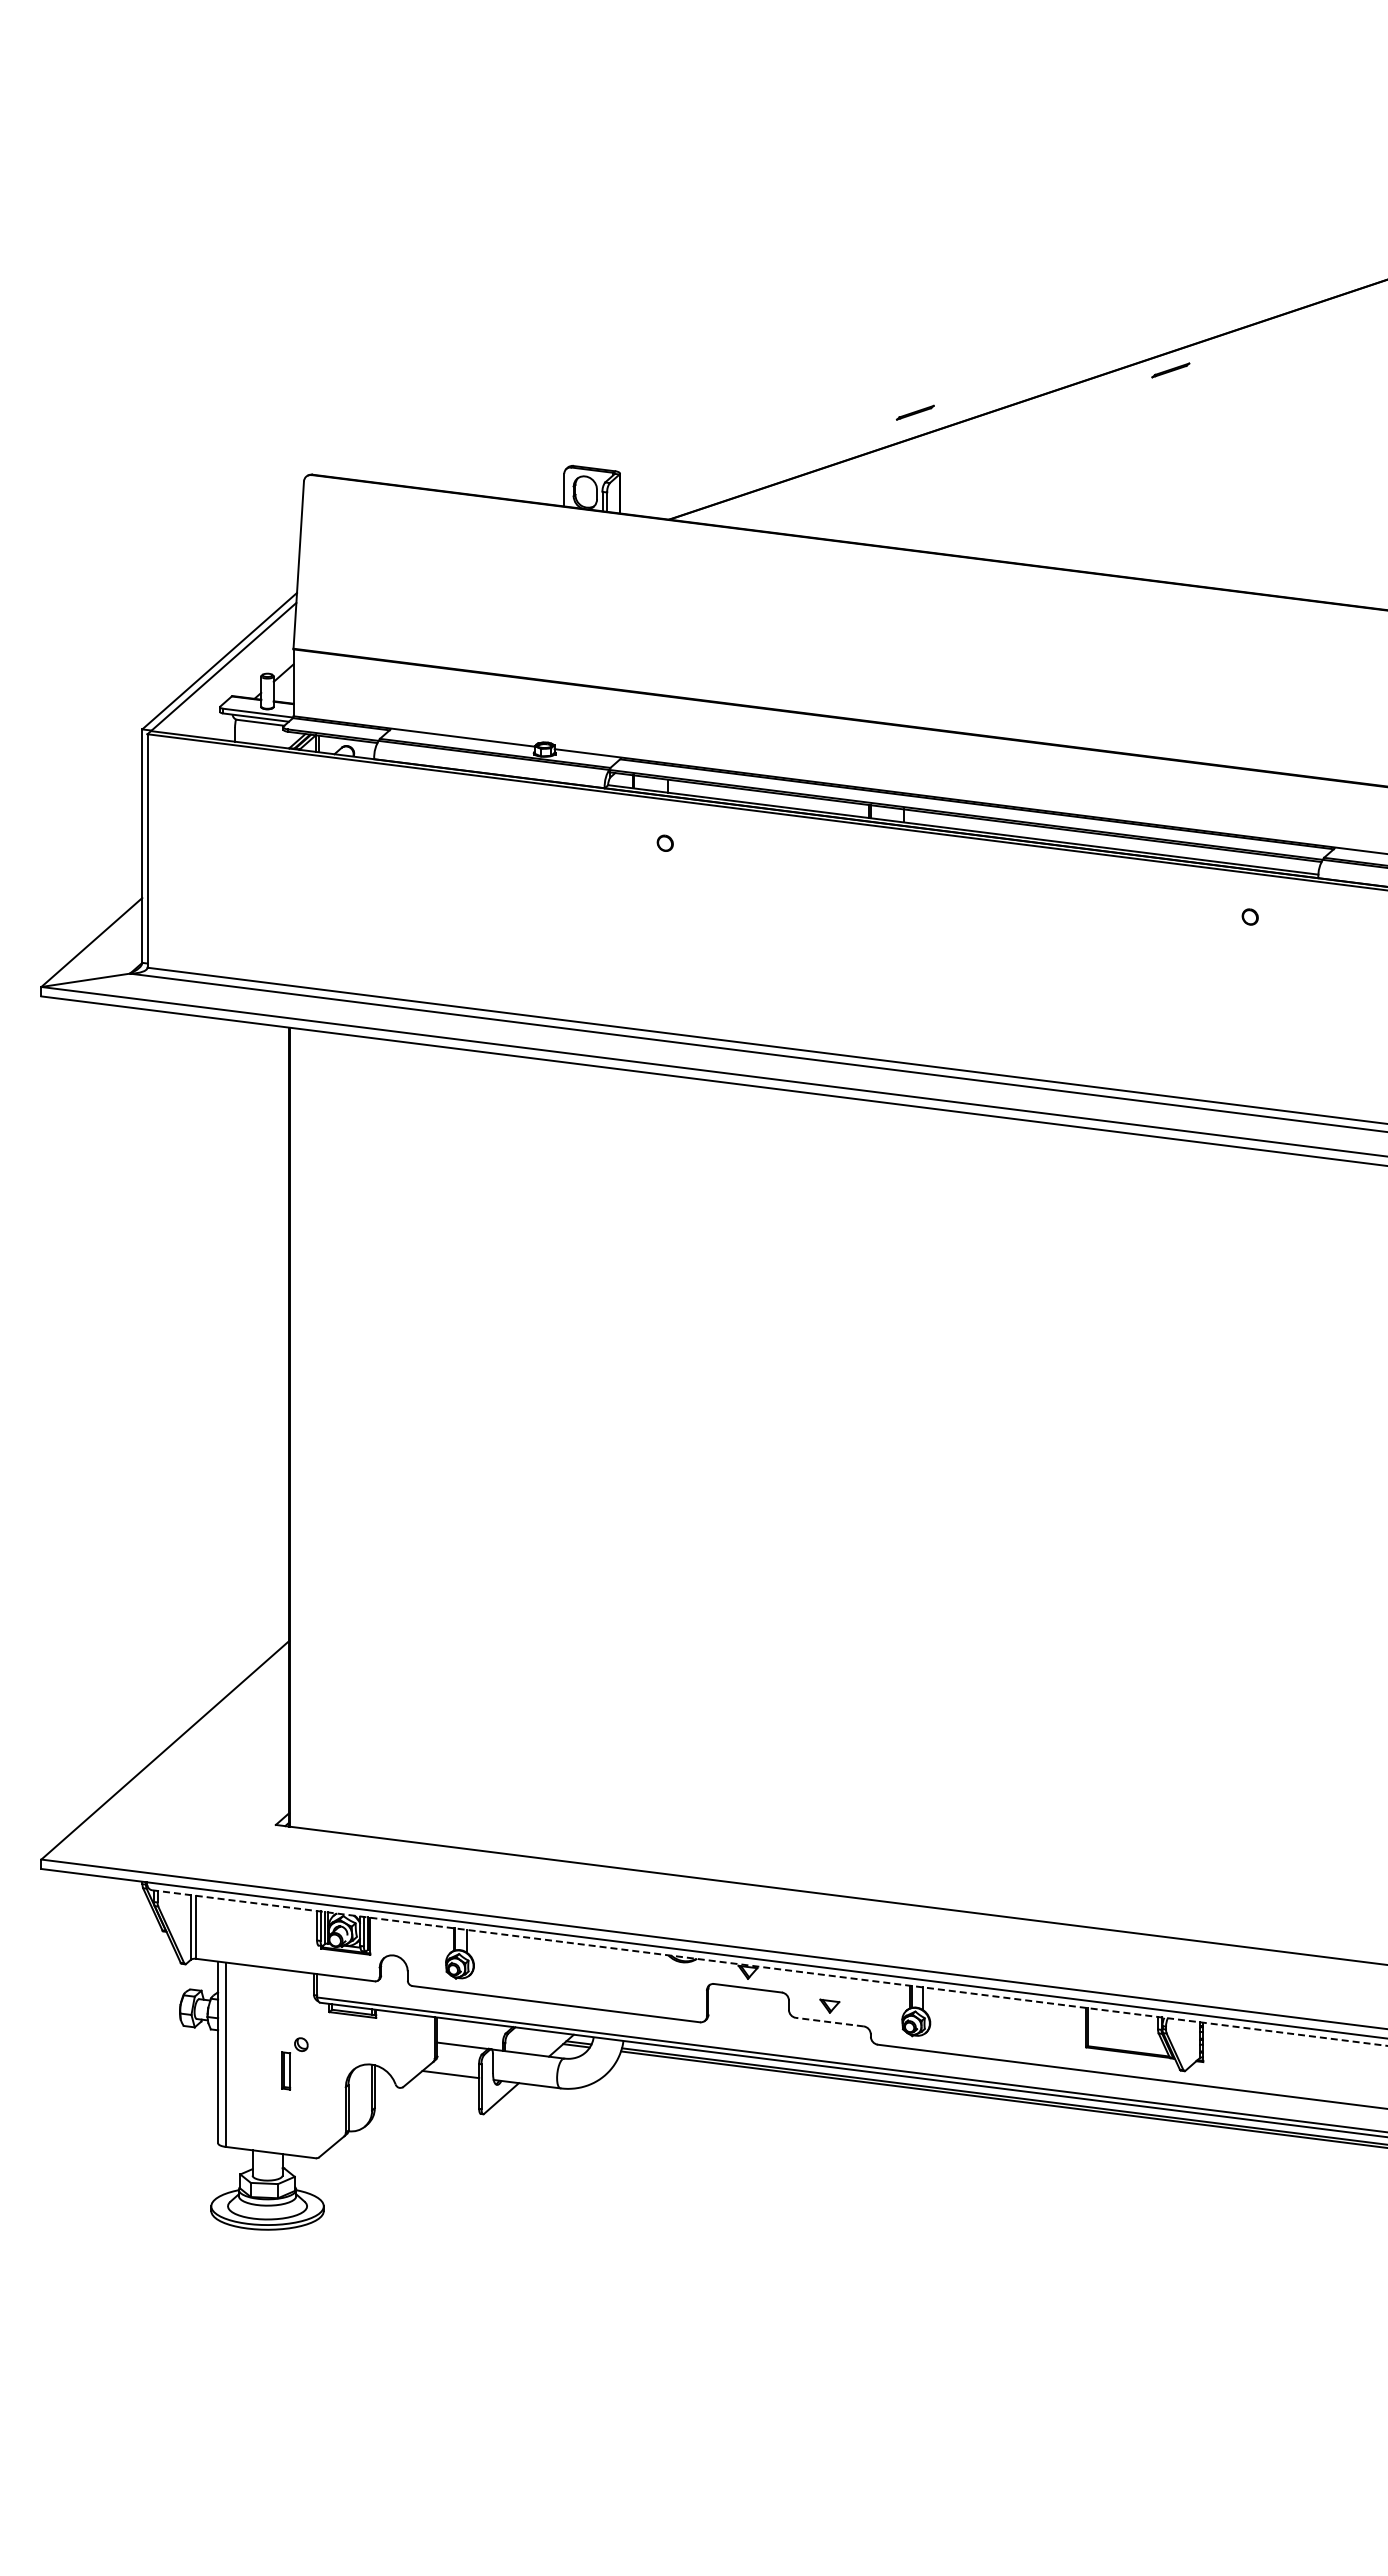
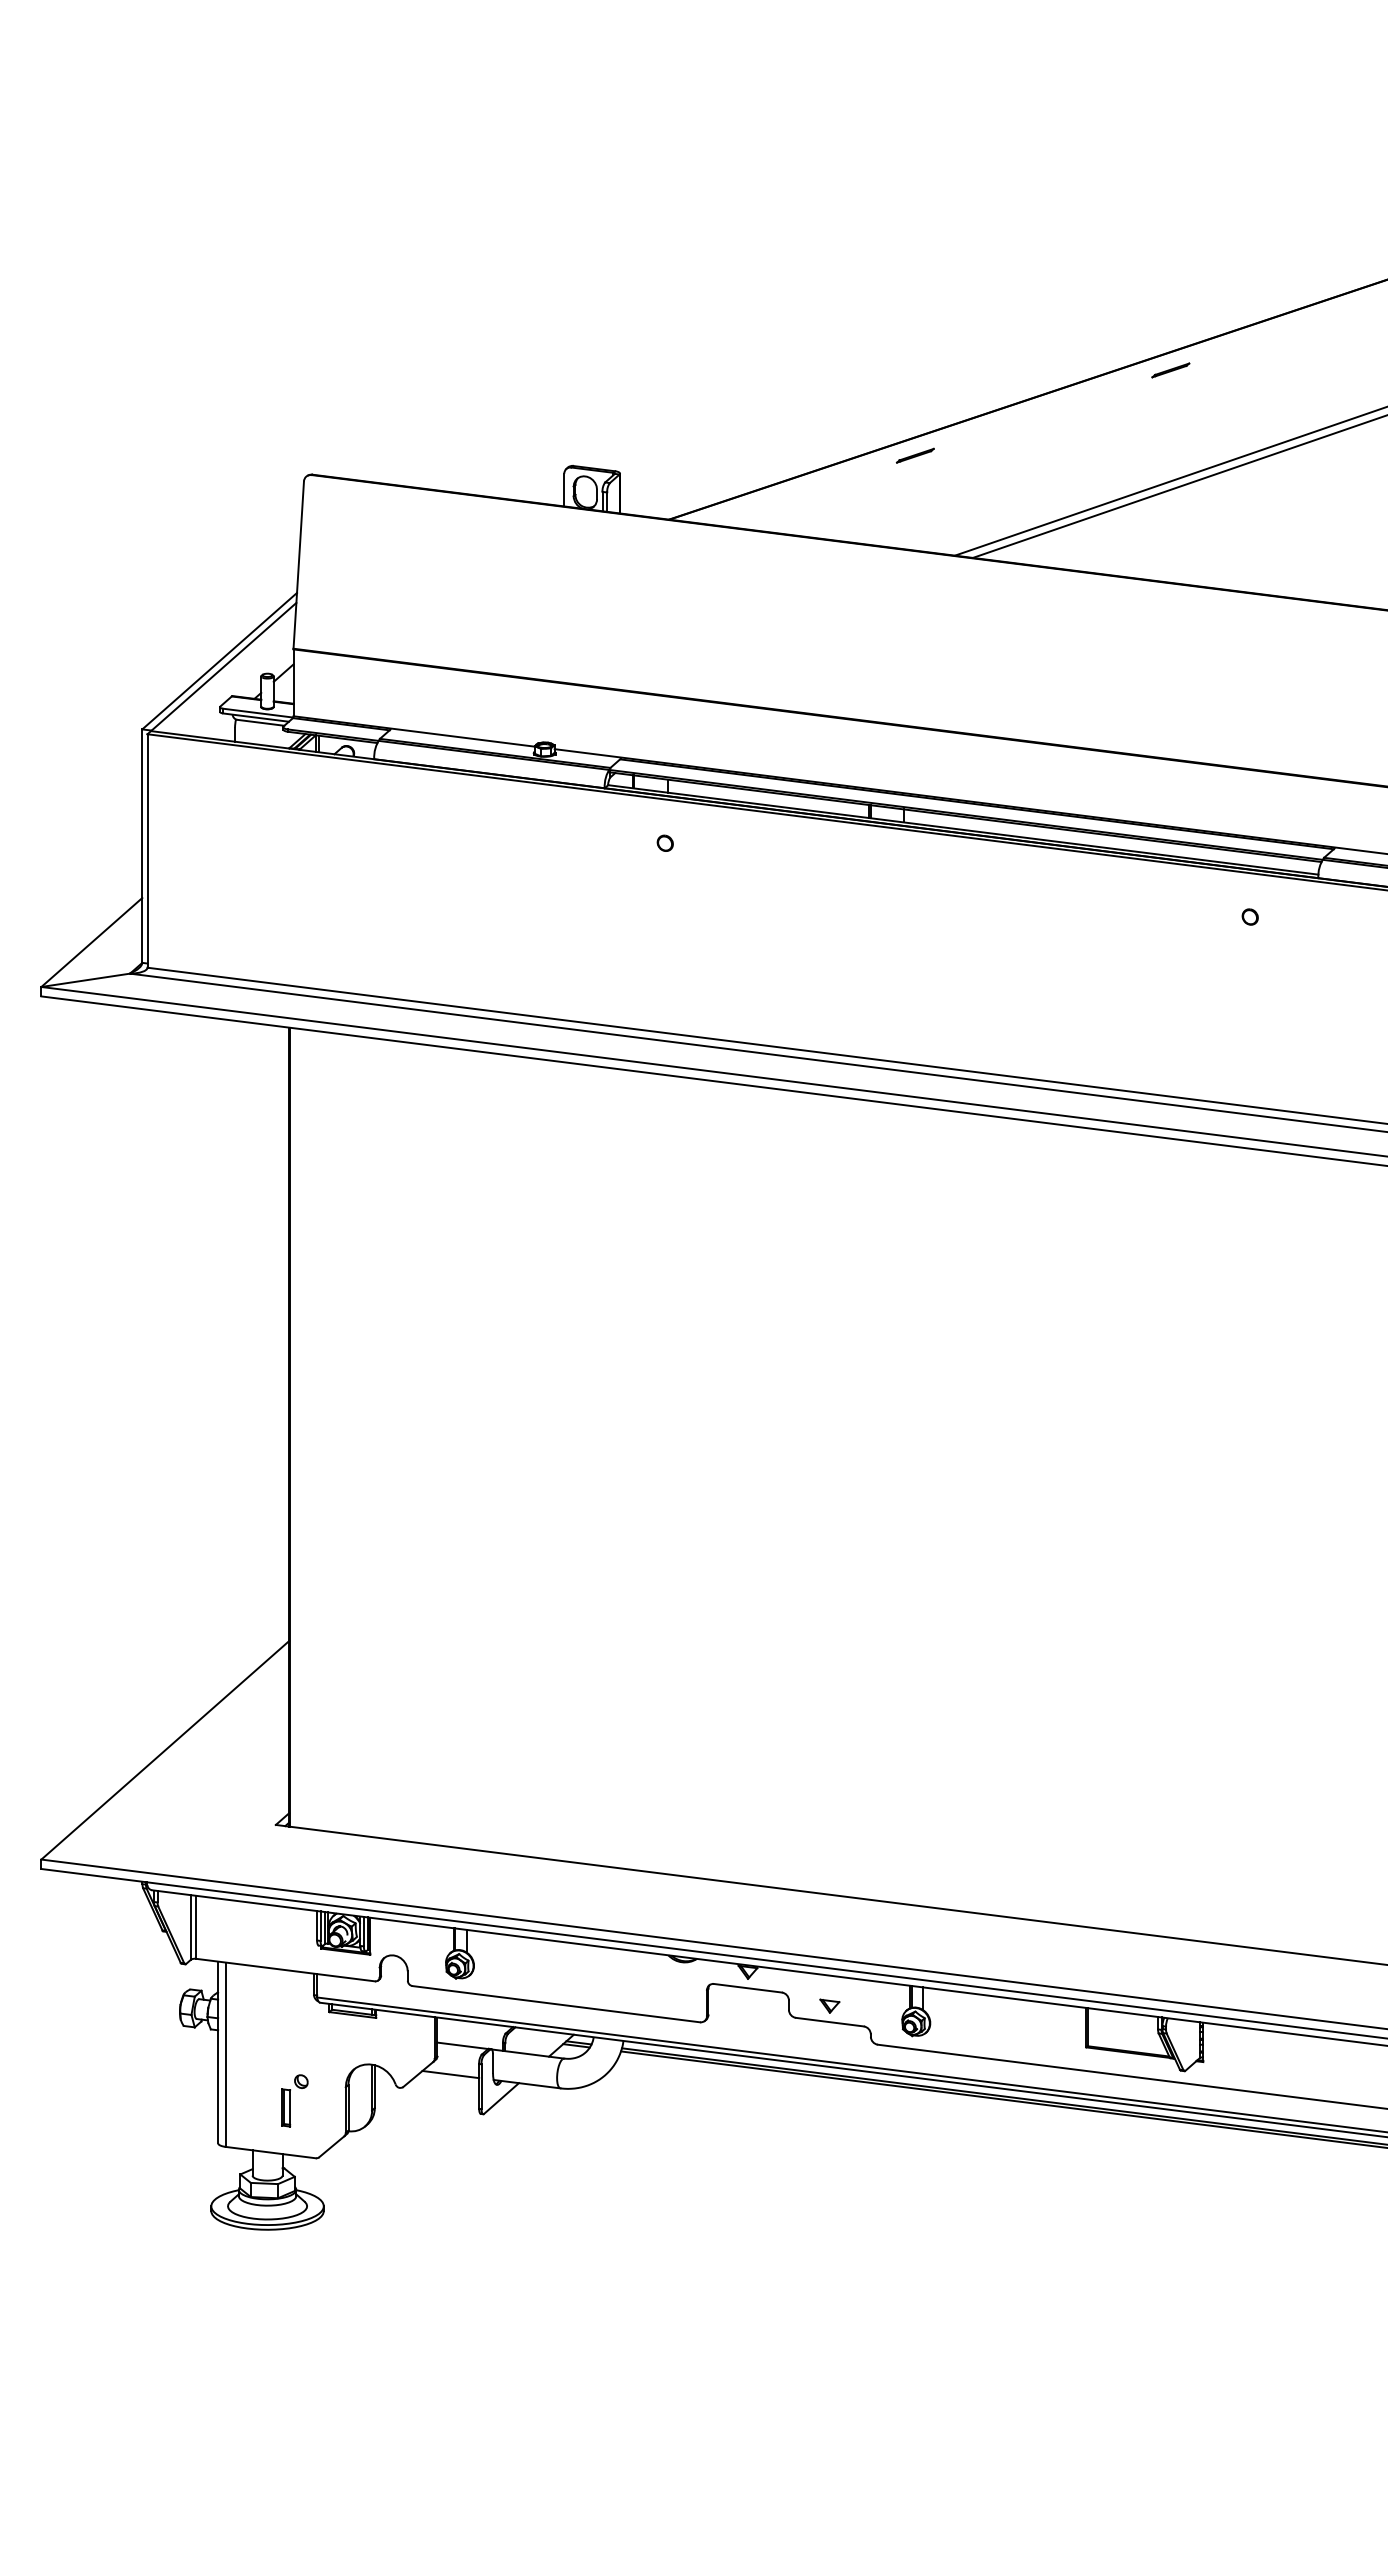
line at (914, 412) position: (914, 412) -> (914, 455)
line at (1169, 481): none -> present
line at (1178, 486): none -> present
line at (770, 1968): dashed -> solid
line at (829, 2022): dashed -> solid
part at (294, 2063) position: (294, 2063) -> (294, 2100)
